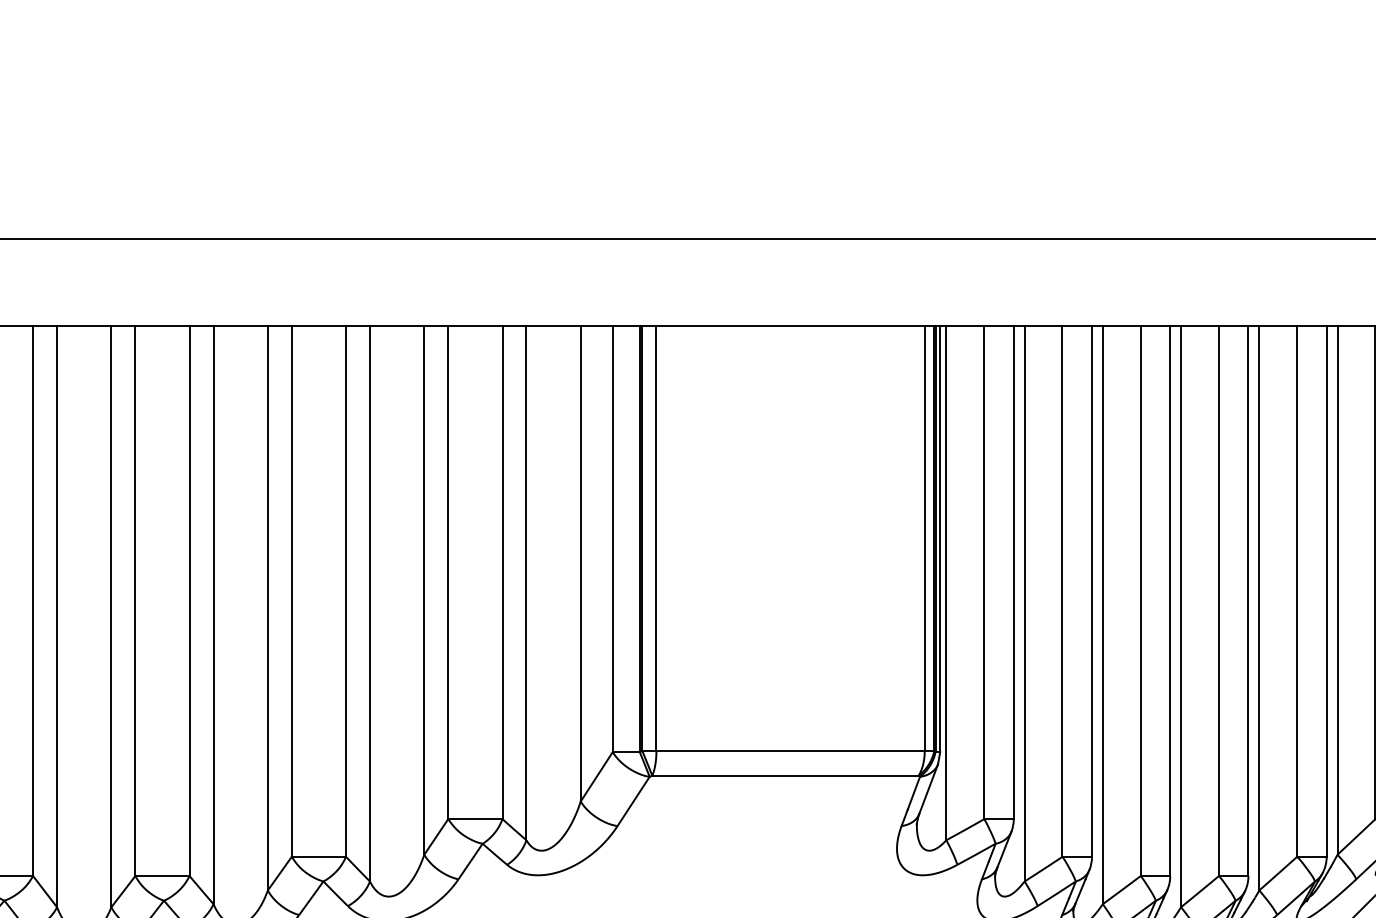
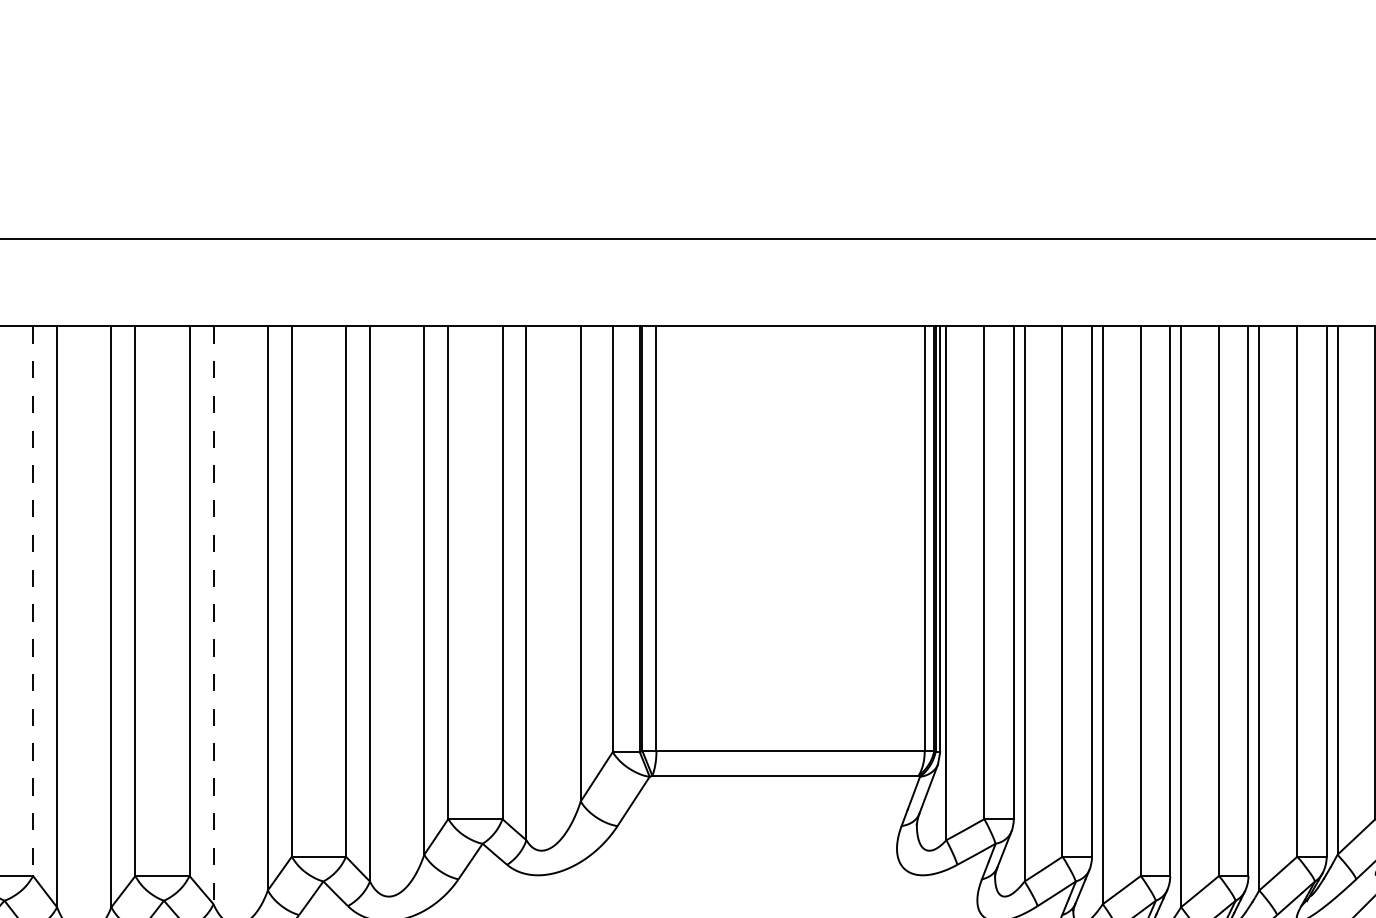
line at (33, 601): solid -> dashed
line at (213, 615): solid -> dashed
